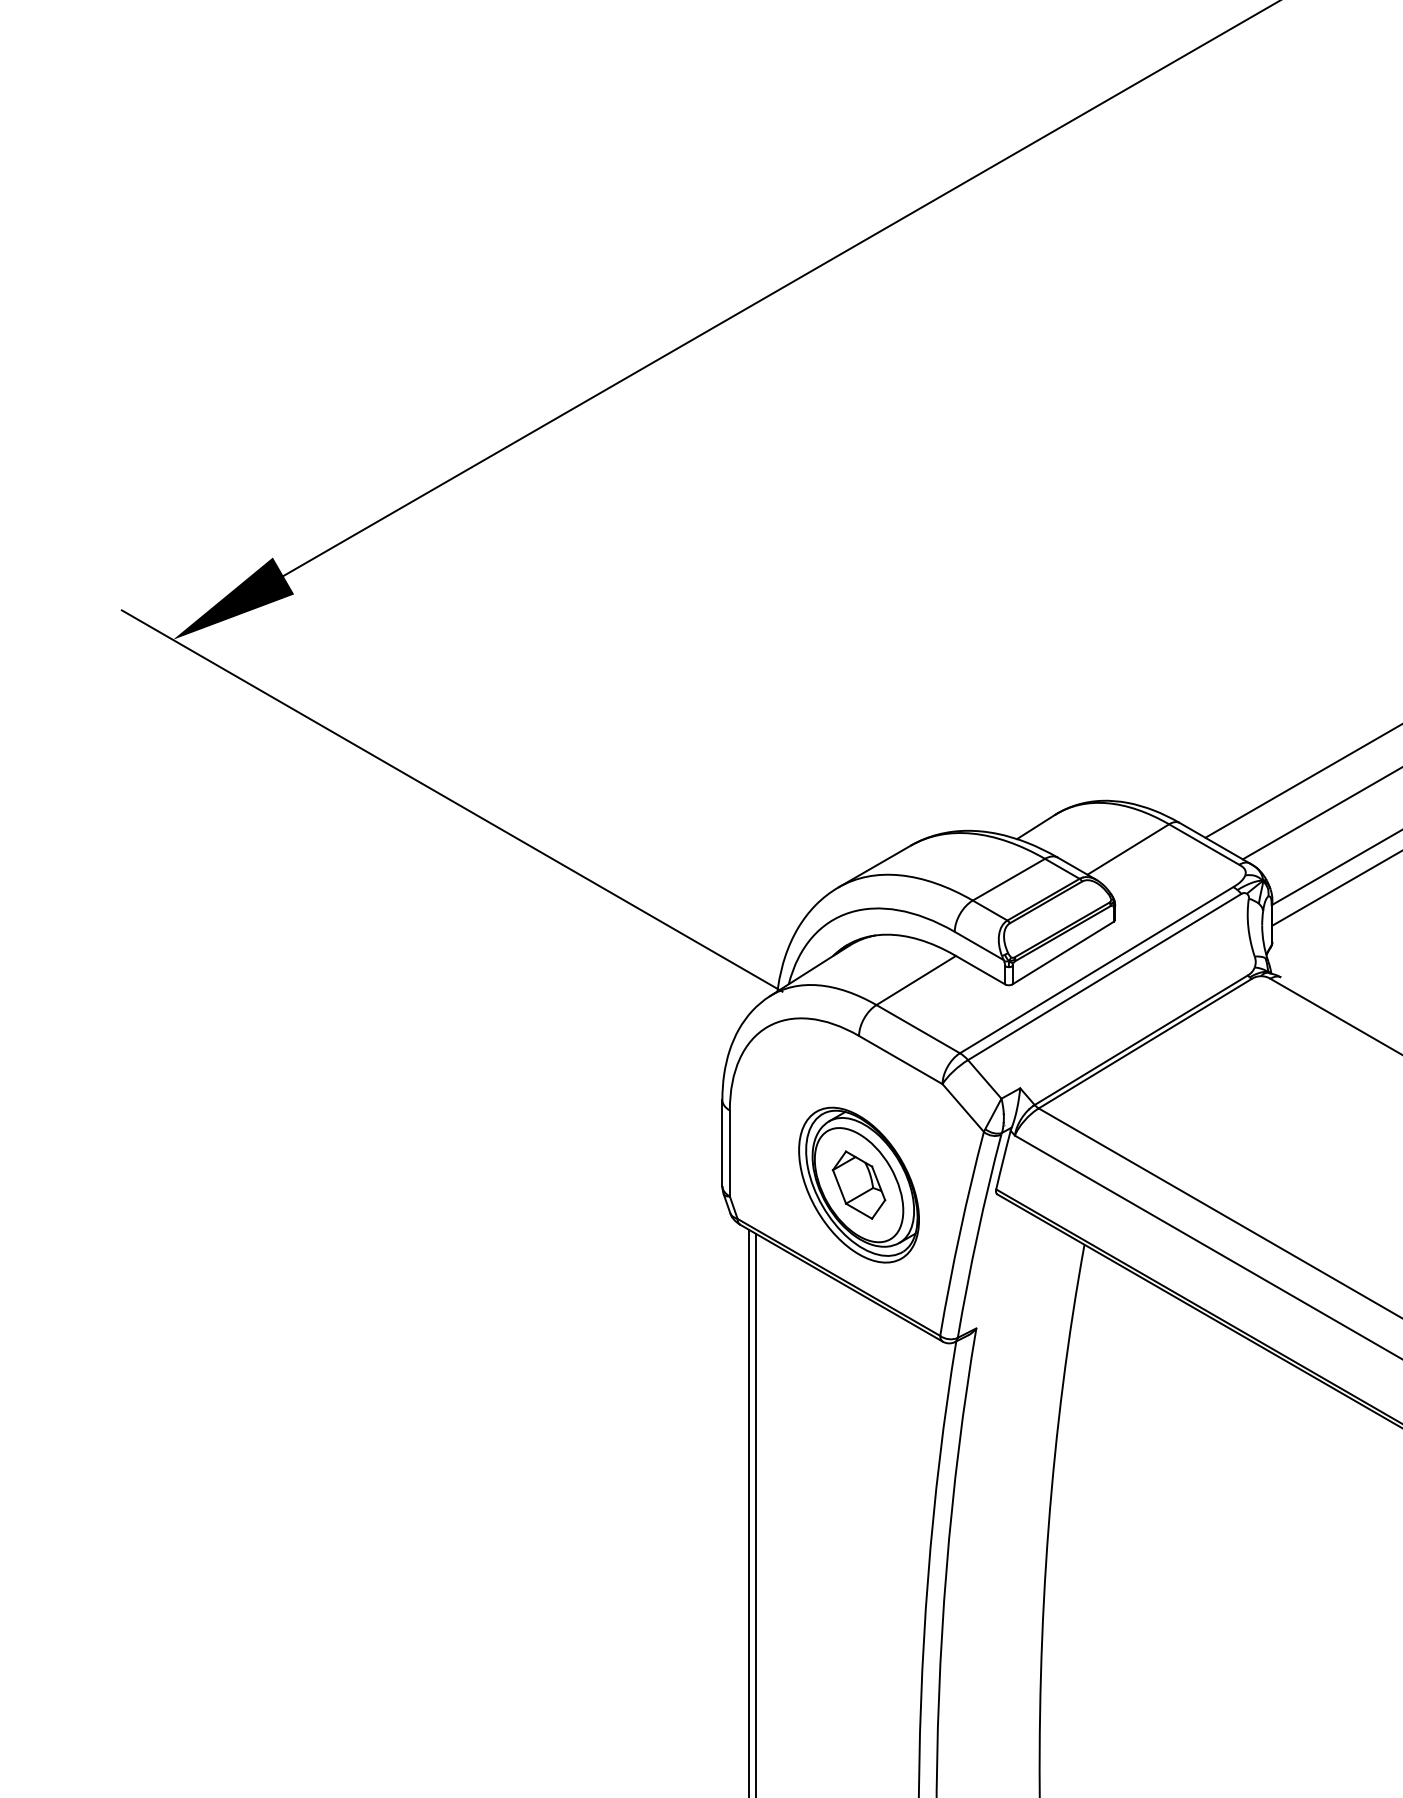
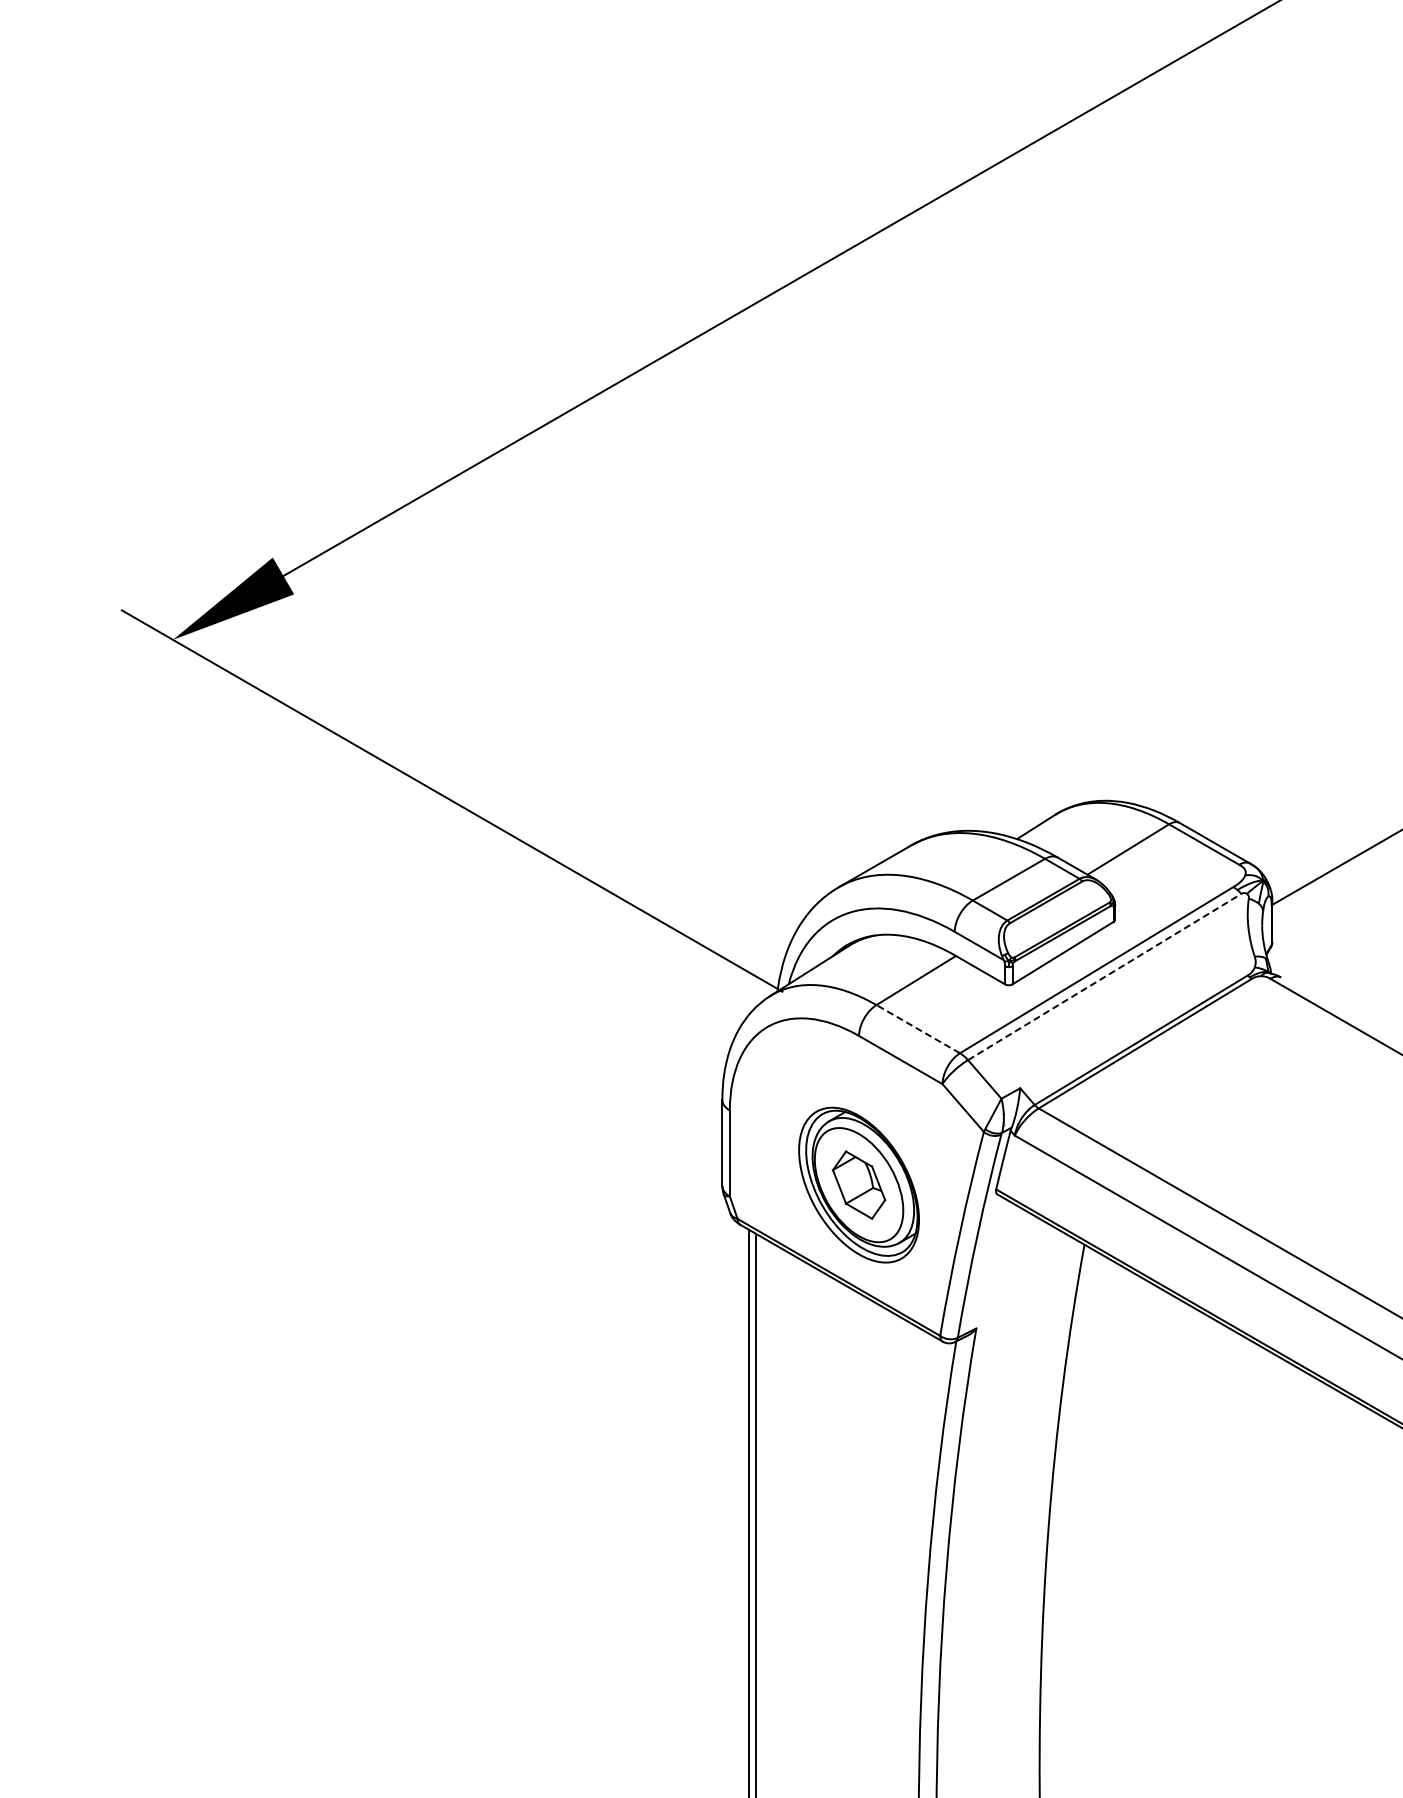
line at (1302, 781): present -> none
line at (1320, 813): present -> none
line at (1335, 888): present -> none
line at (1104, 977): solid -> dashed
line at (917, 1028): solid -> dashed
